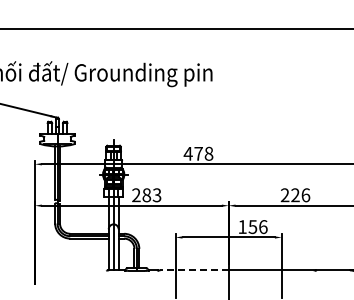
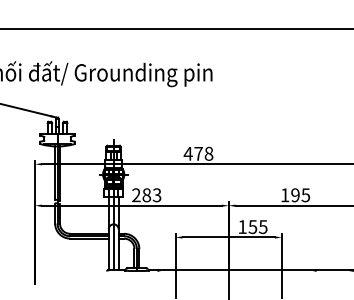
text at (295, 195): 226 -> 195
text at (263, 226): 156 -> 155
line at (194, 270): dashed -> solid
